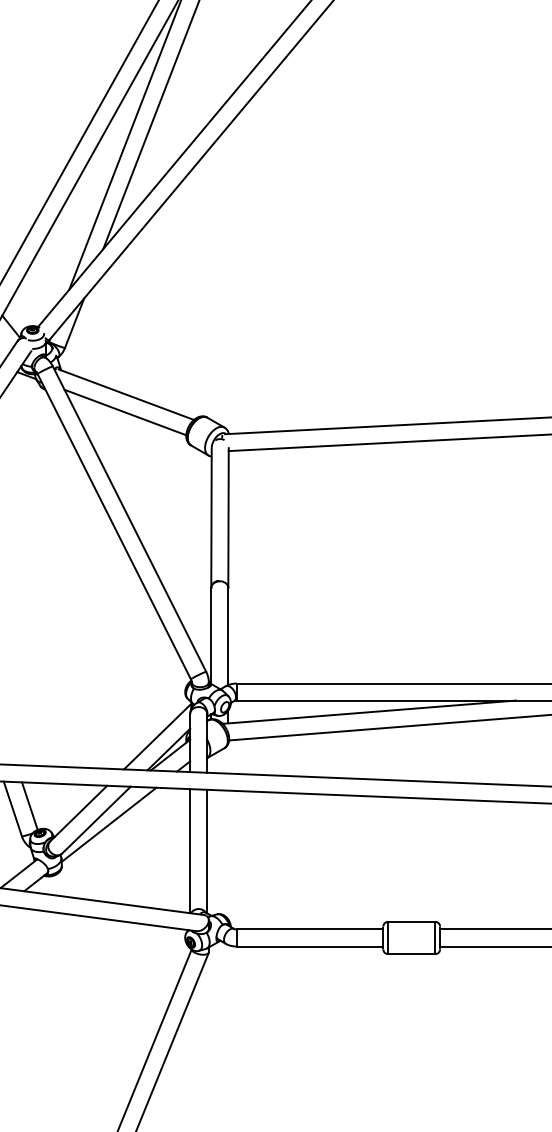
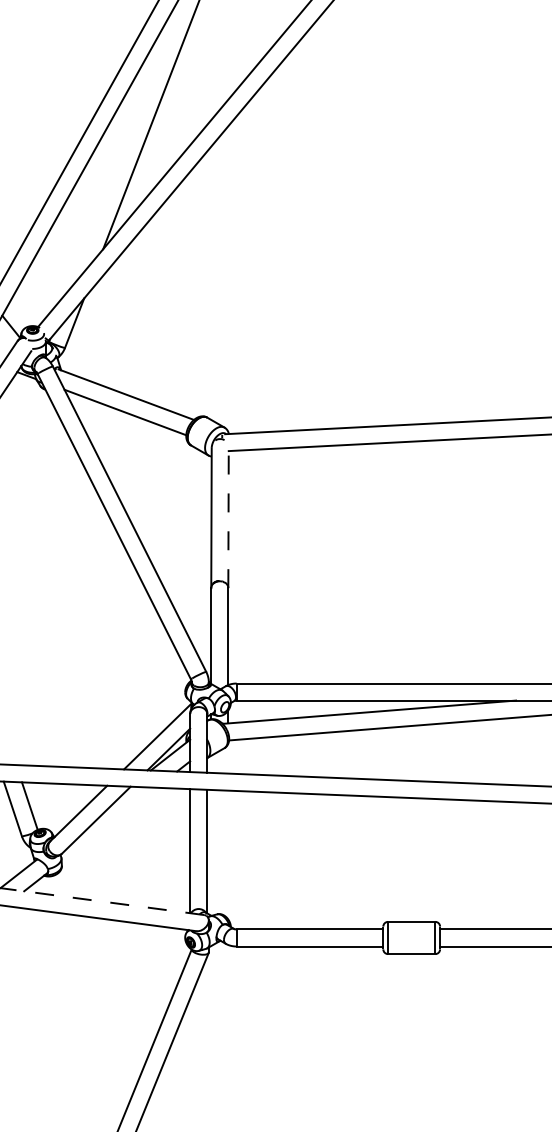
line at (124, 145): present -> none
line at (228, 517): solid -> dashed
line at (108, 824): present -> none
line at (102, 901): solid -> dashed
